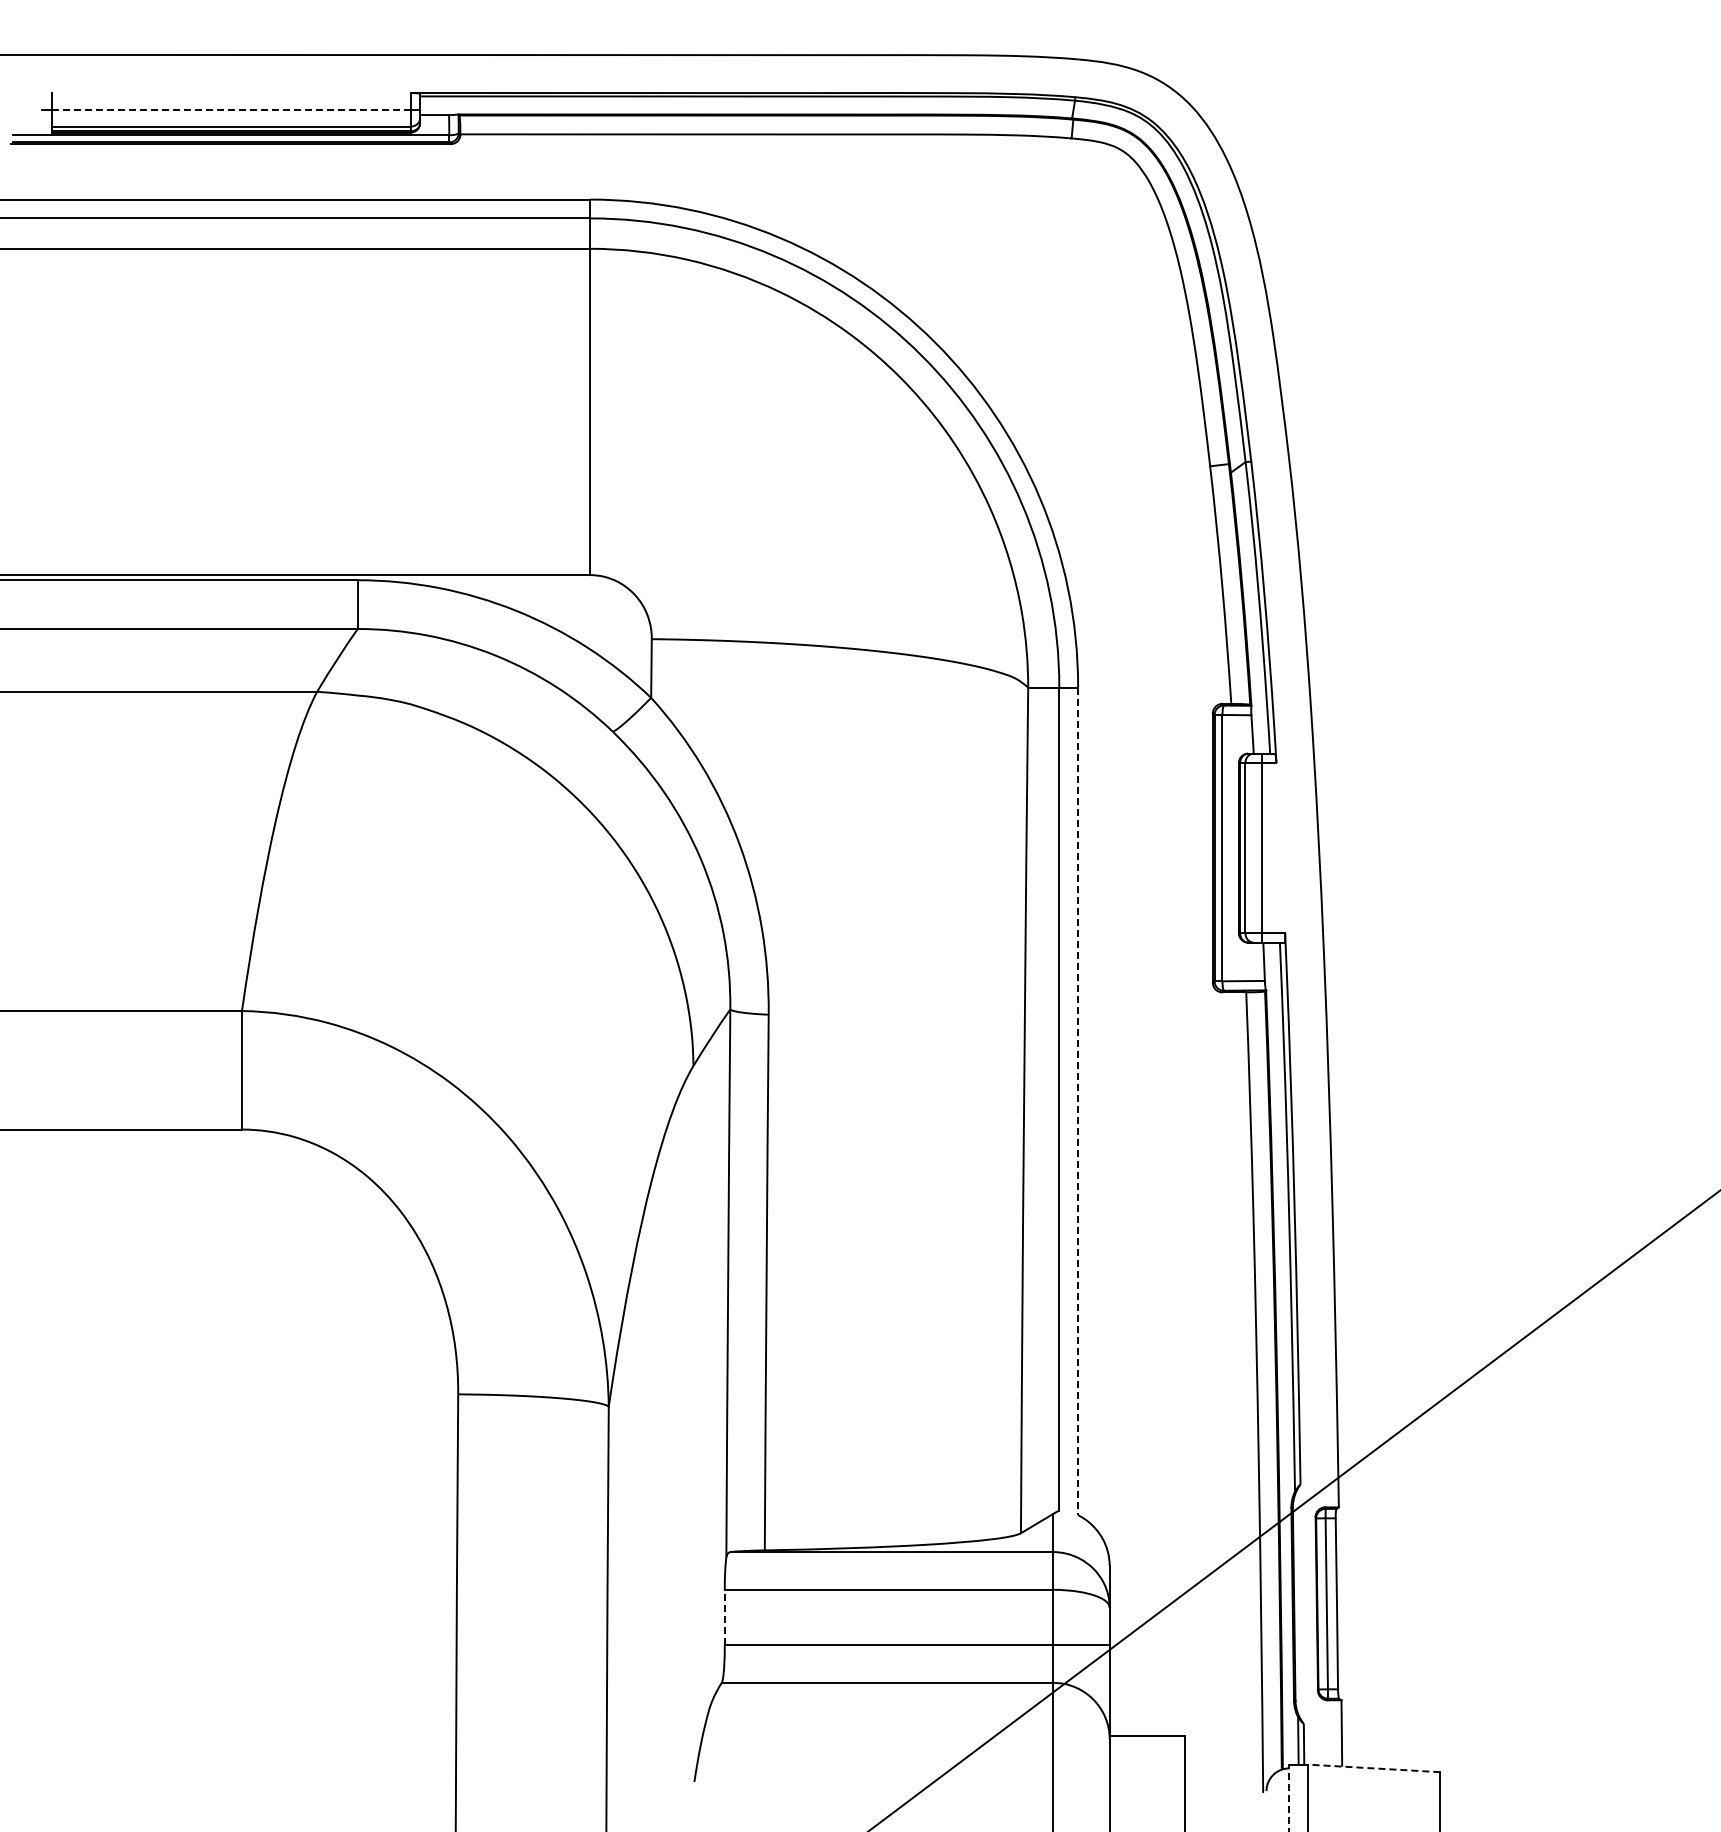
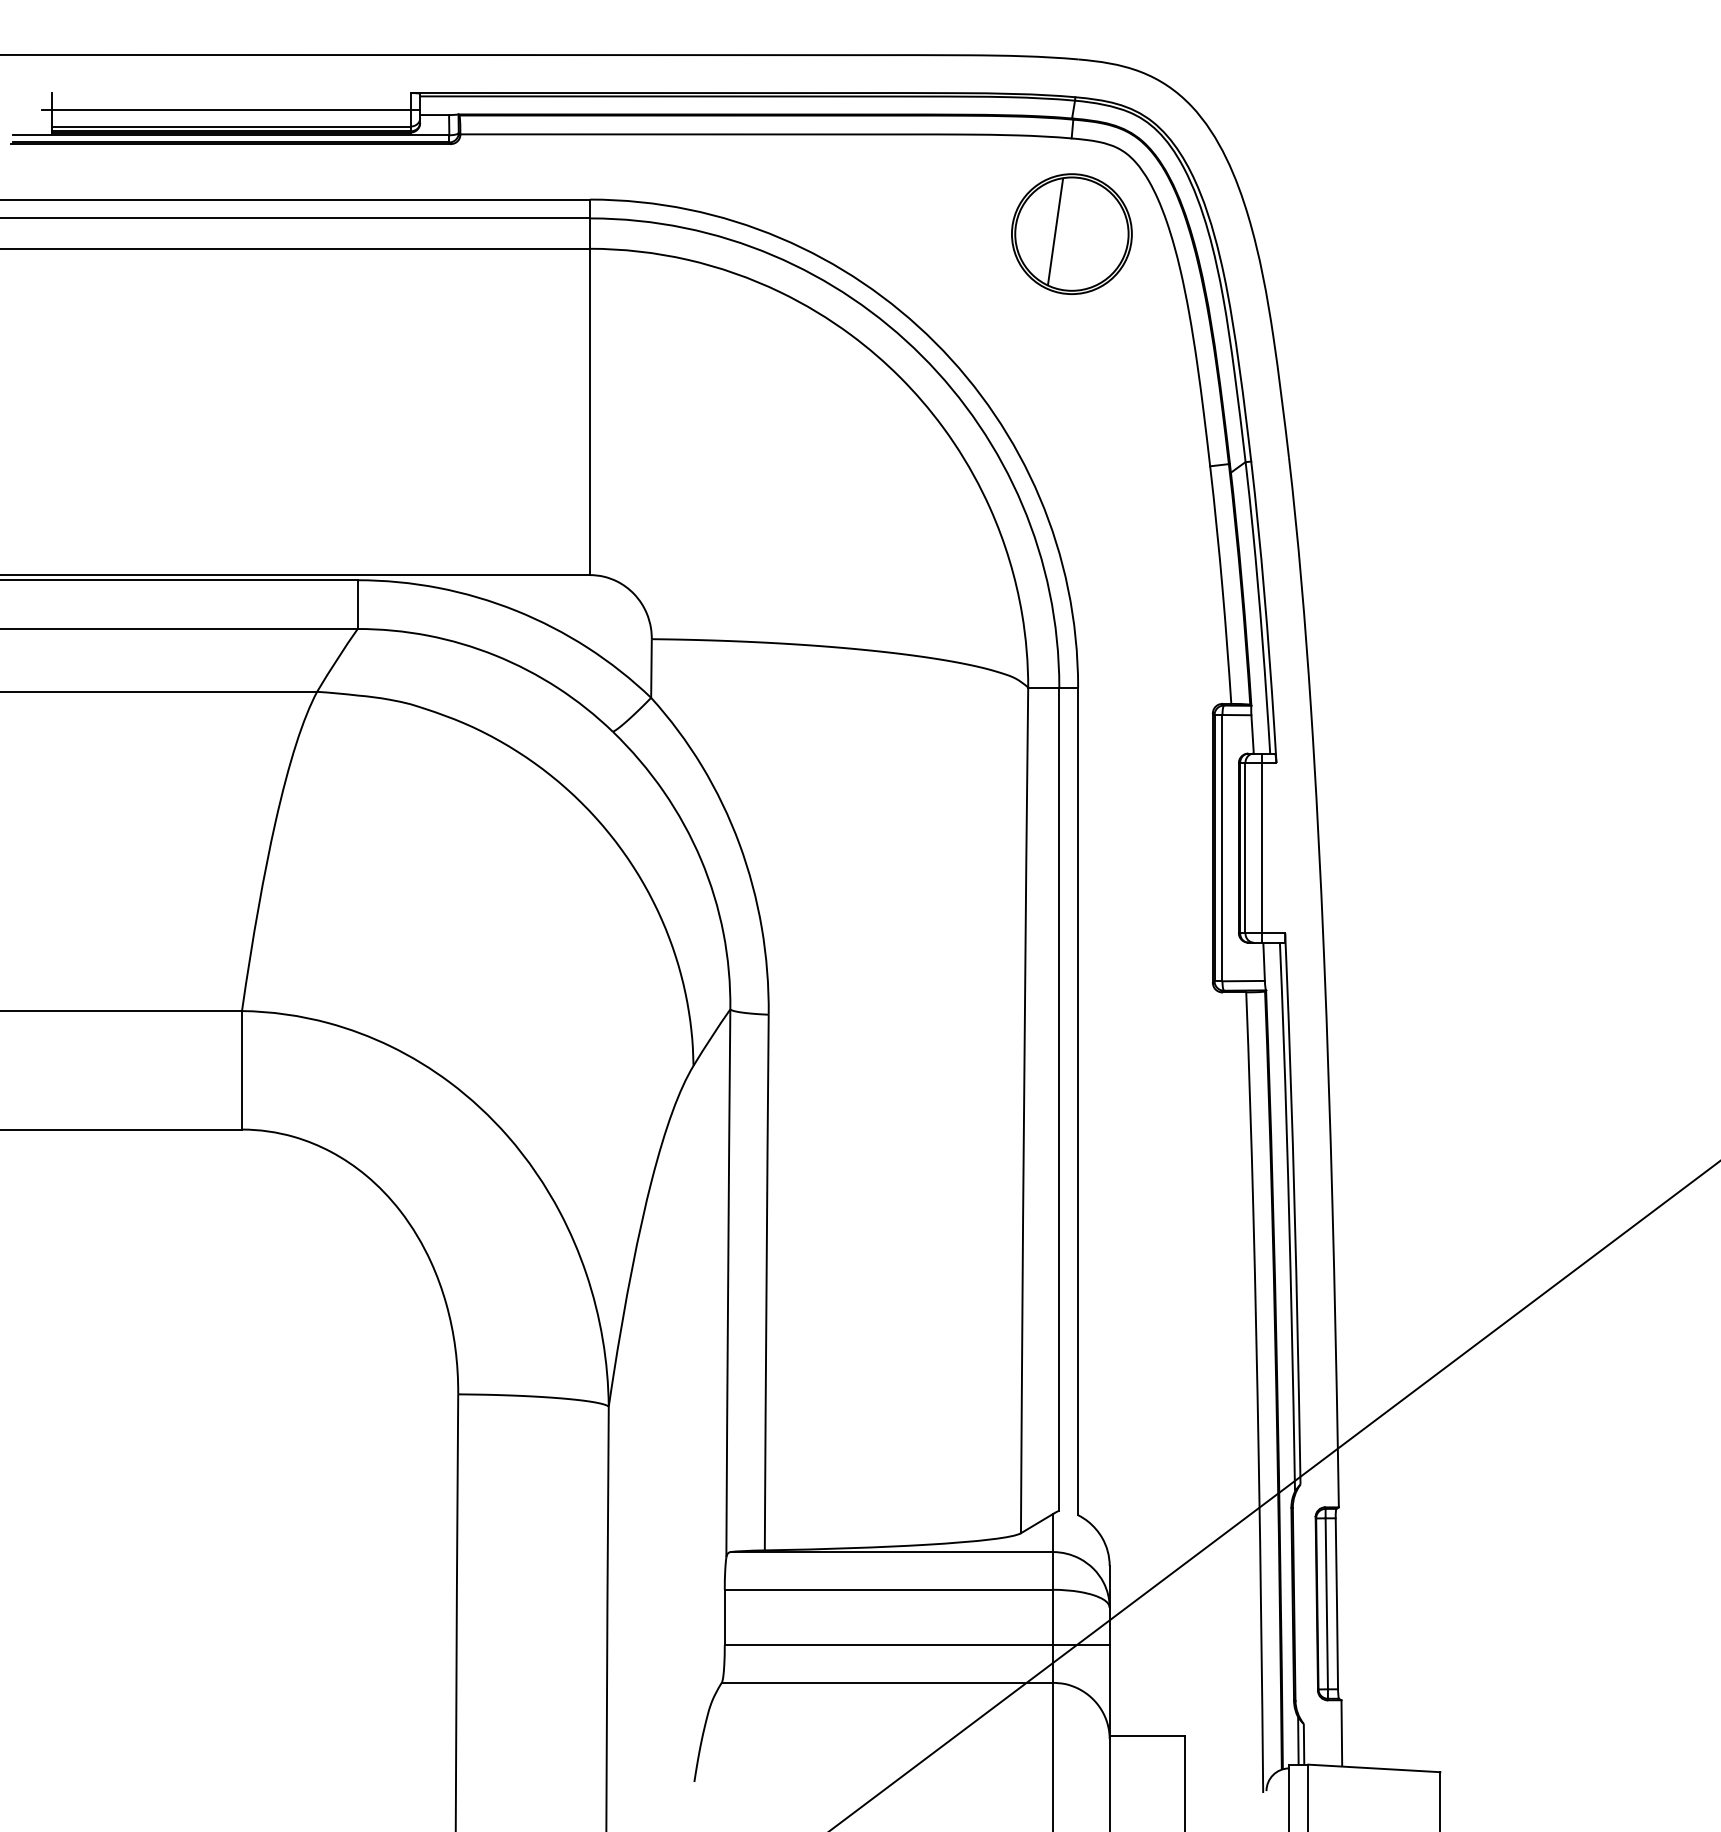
line at (231, 110): dashed -> solid
part at (1071, 233): none -> present
line at (1078, 1101): dashed -> solid
line at (1294, 1510) position: (1294, 1510) -> (1274, 1495)
line at (724, 1617): dashed -> solid
line at (1373, 1768): dashed -> solid
line at (1289, 1797): dashed -> solid
